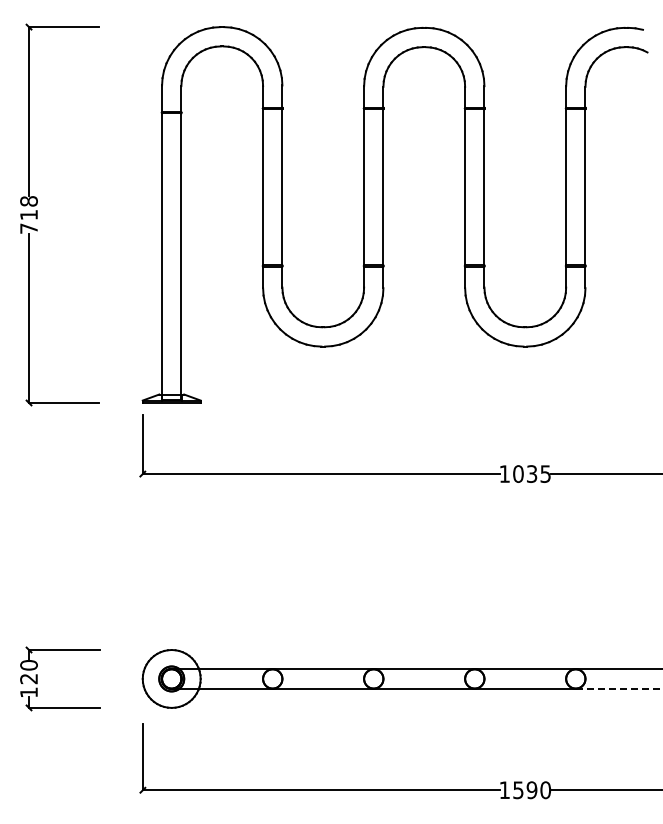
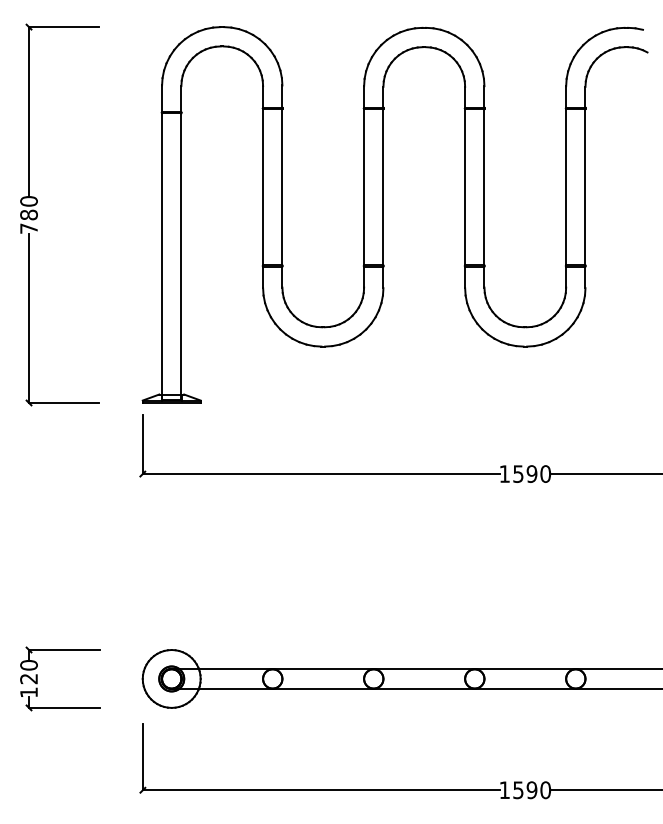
text at (28, 208): 718 -> 780
text at (532, 473): 1035 -> 1590
line at (619, 688): dashed -> solid
